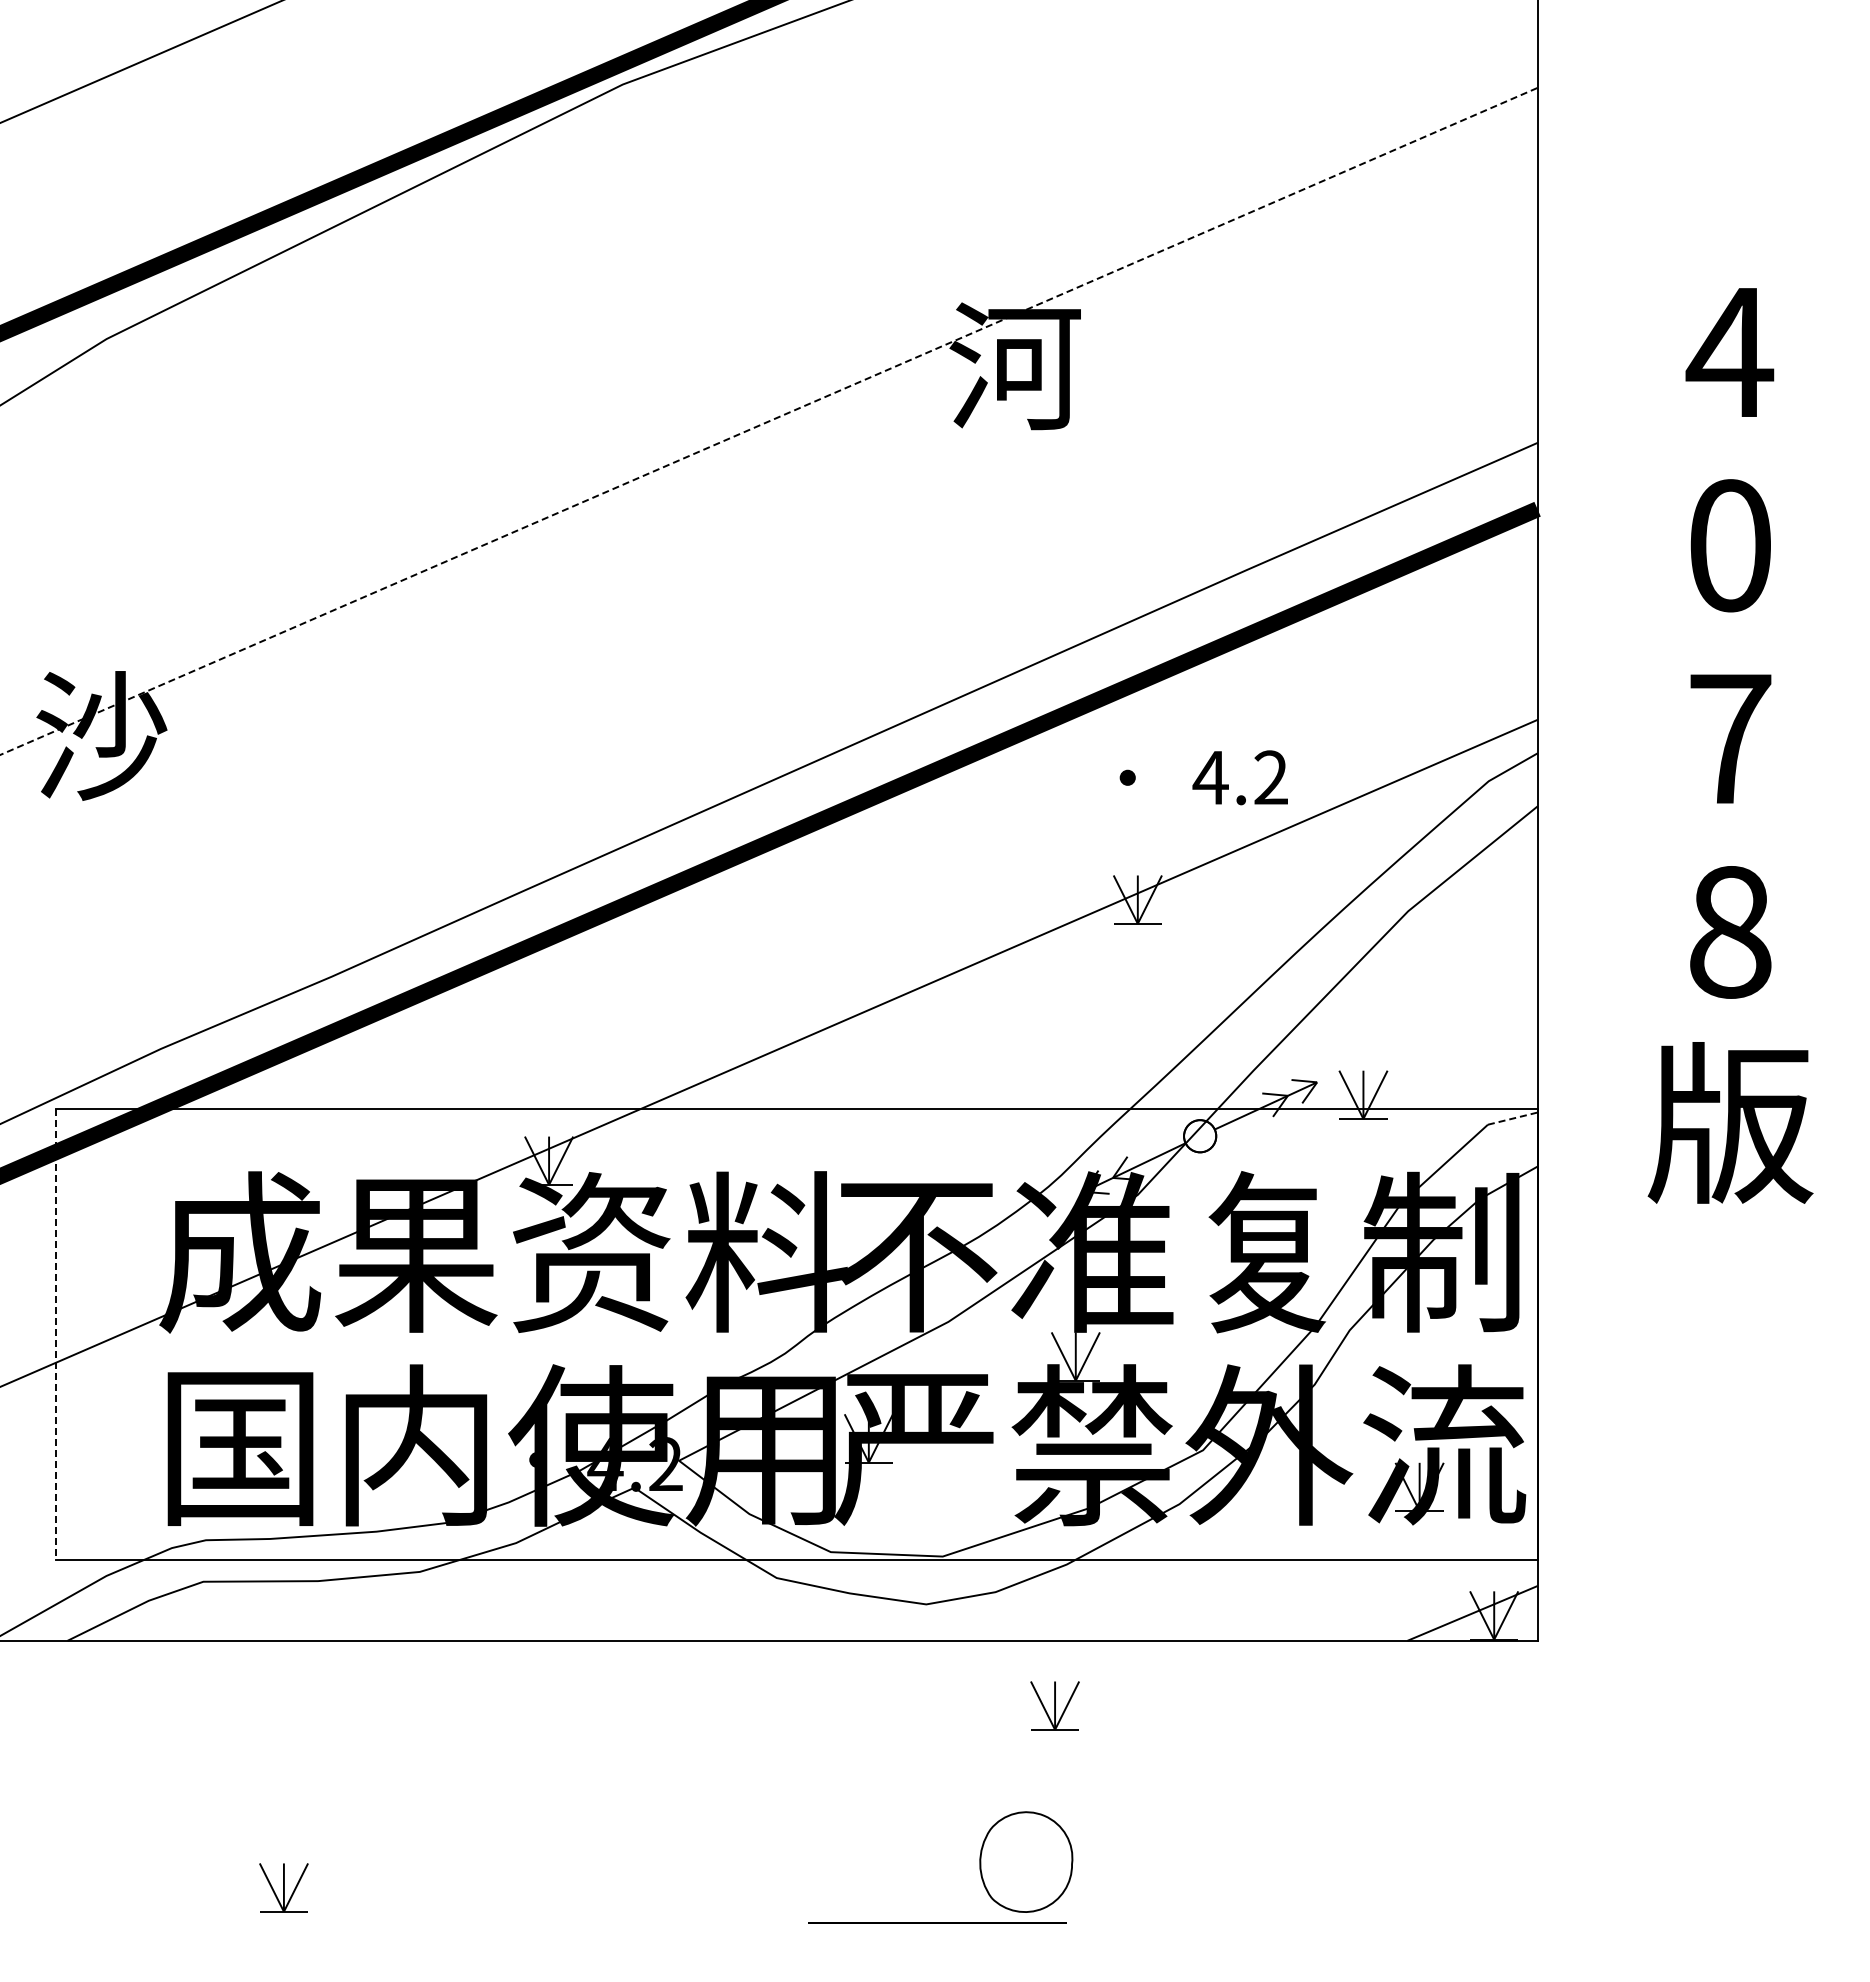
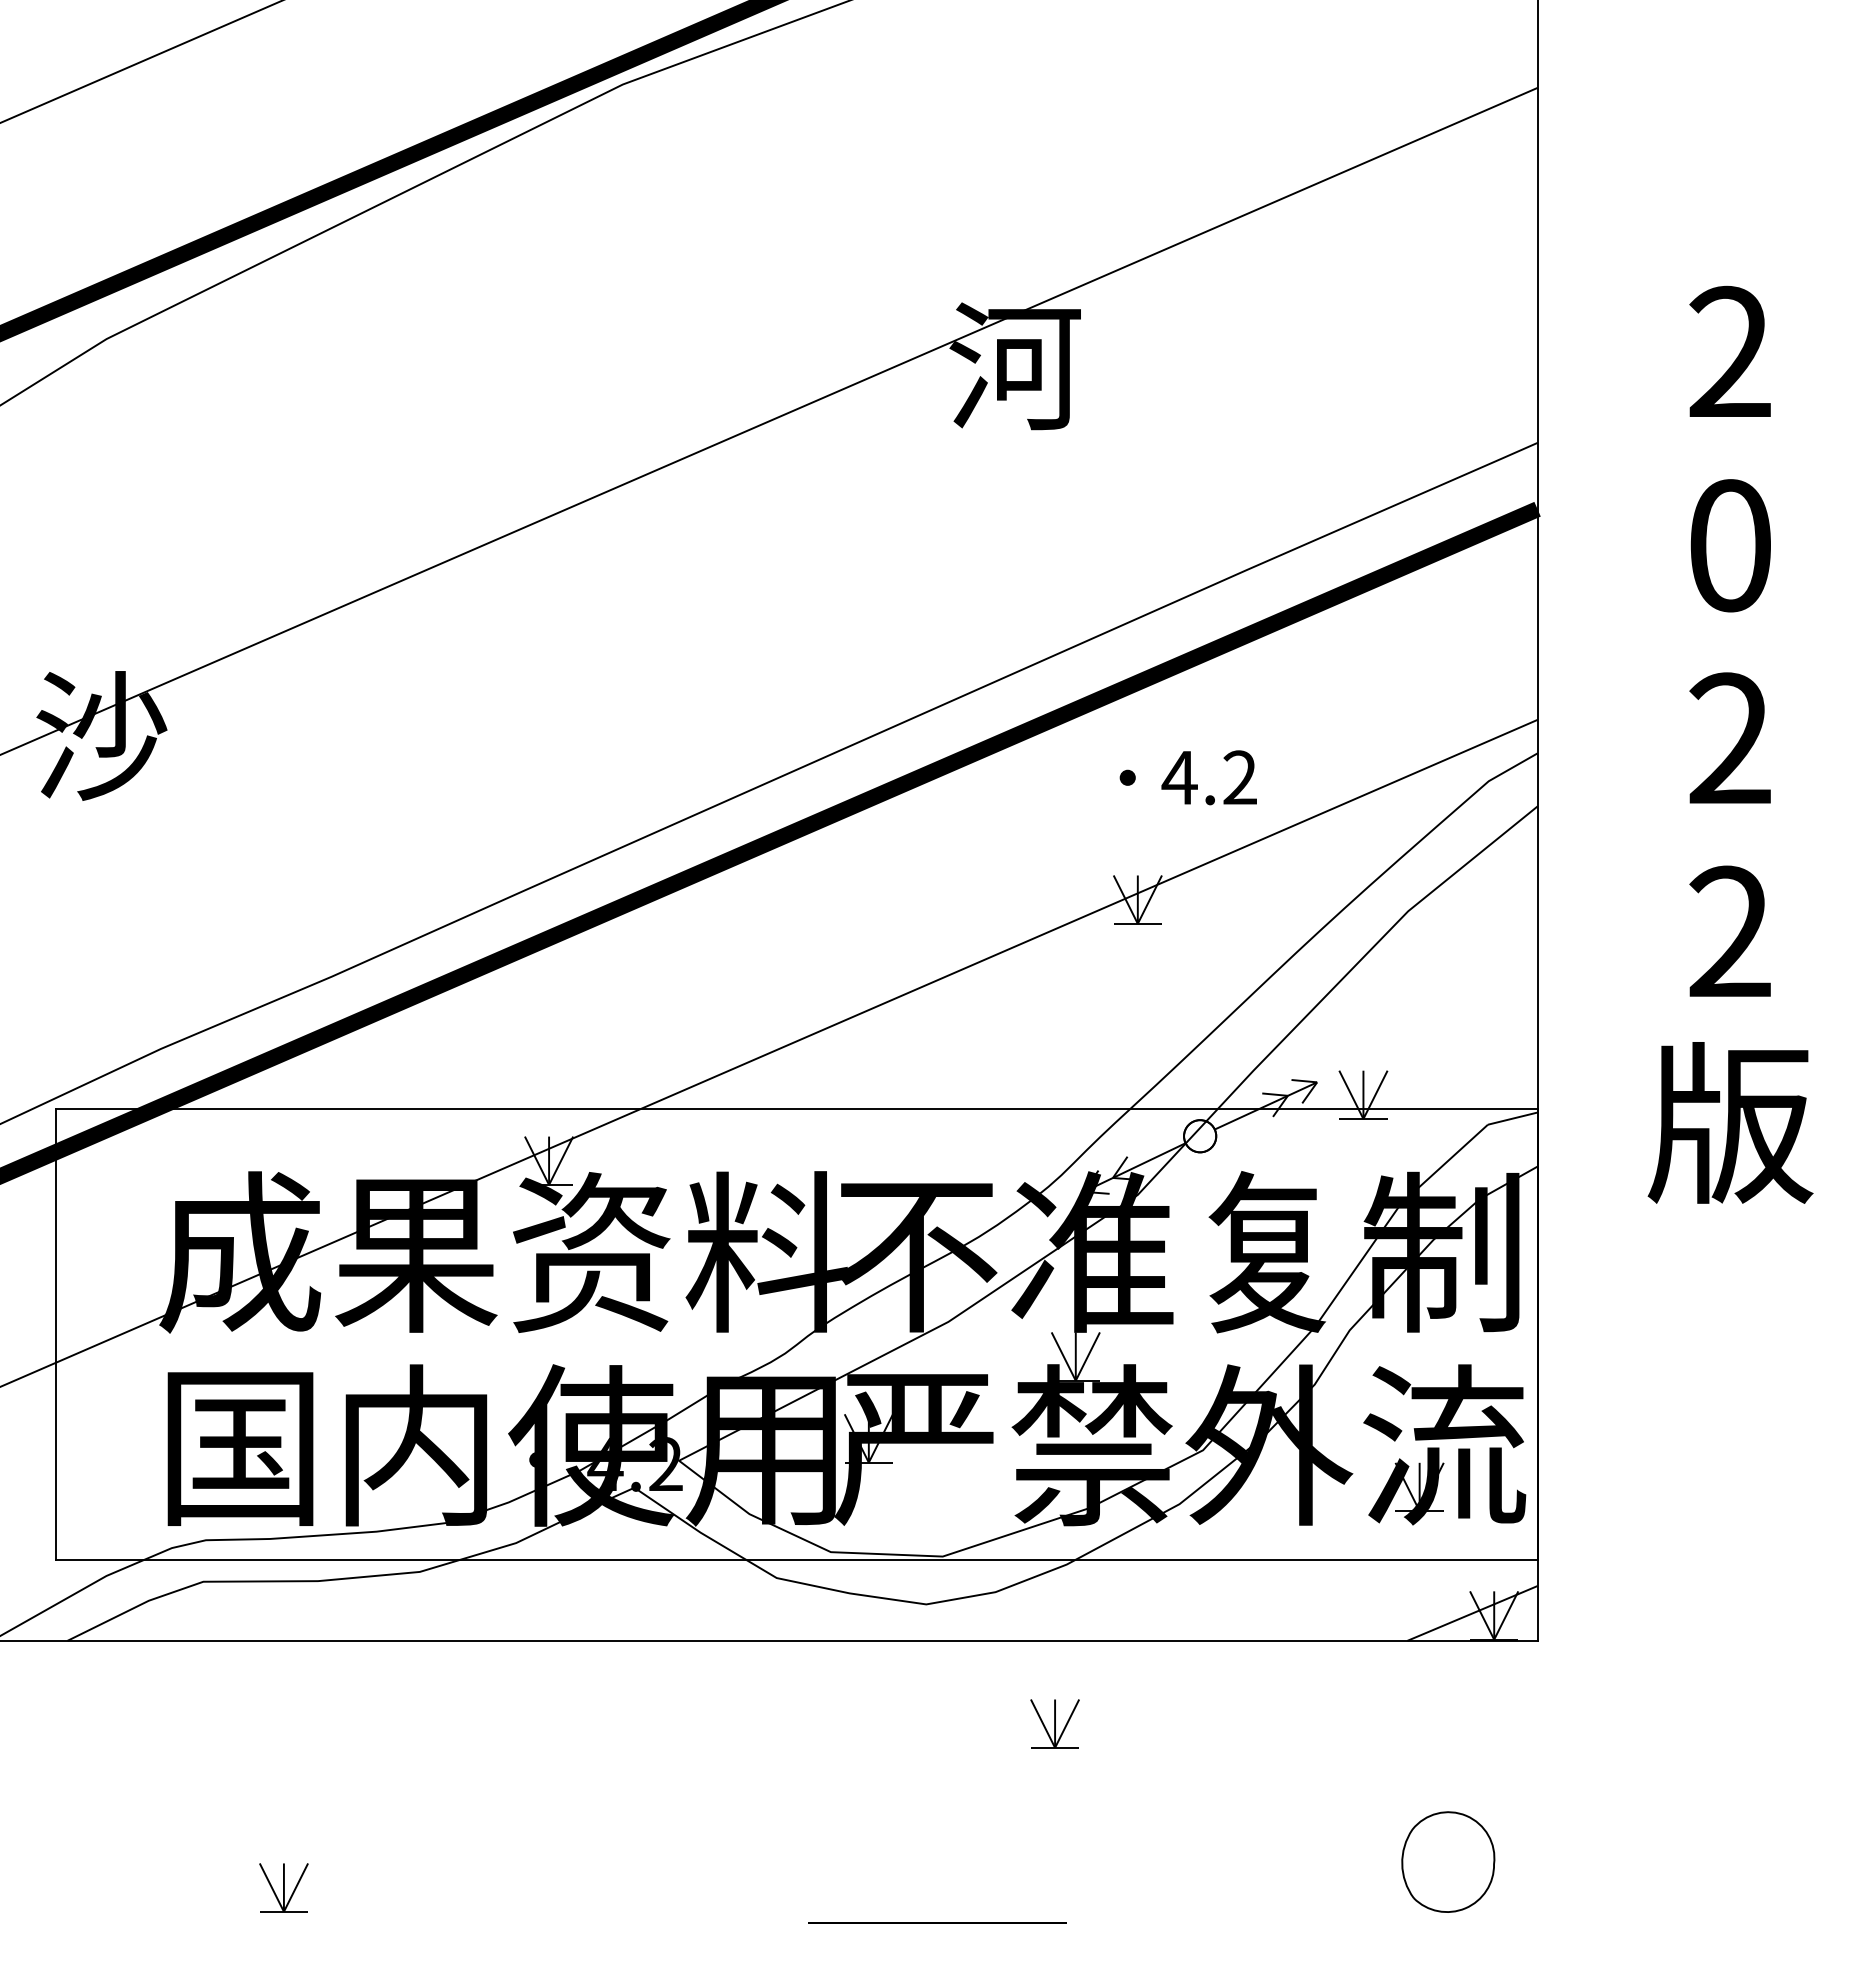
text at (1729, 350): 4 -> 2
line at (768, 421): dashed -> solid
text at (1730, 737): 7 -> 2
text at (1239, 777) position: (1239, 777) -> (1208, 777)
text at (1730, 931): 8 -> 2
line at (1512, 1118): dashed -> solid
line at (56, 1335): dashed -> solid
part at (1054, 1705) position: (1054, 1705) -> (1054, 1723)
part at (1026, 1861) position: (1026, 1861) -> (1448, 1861)
